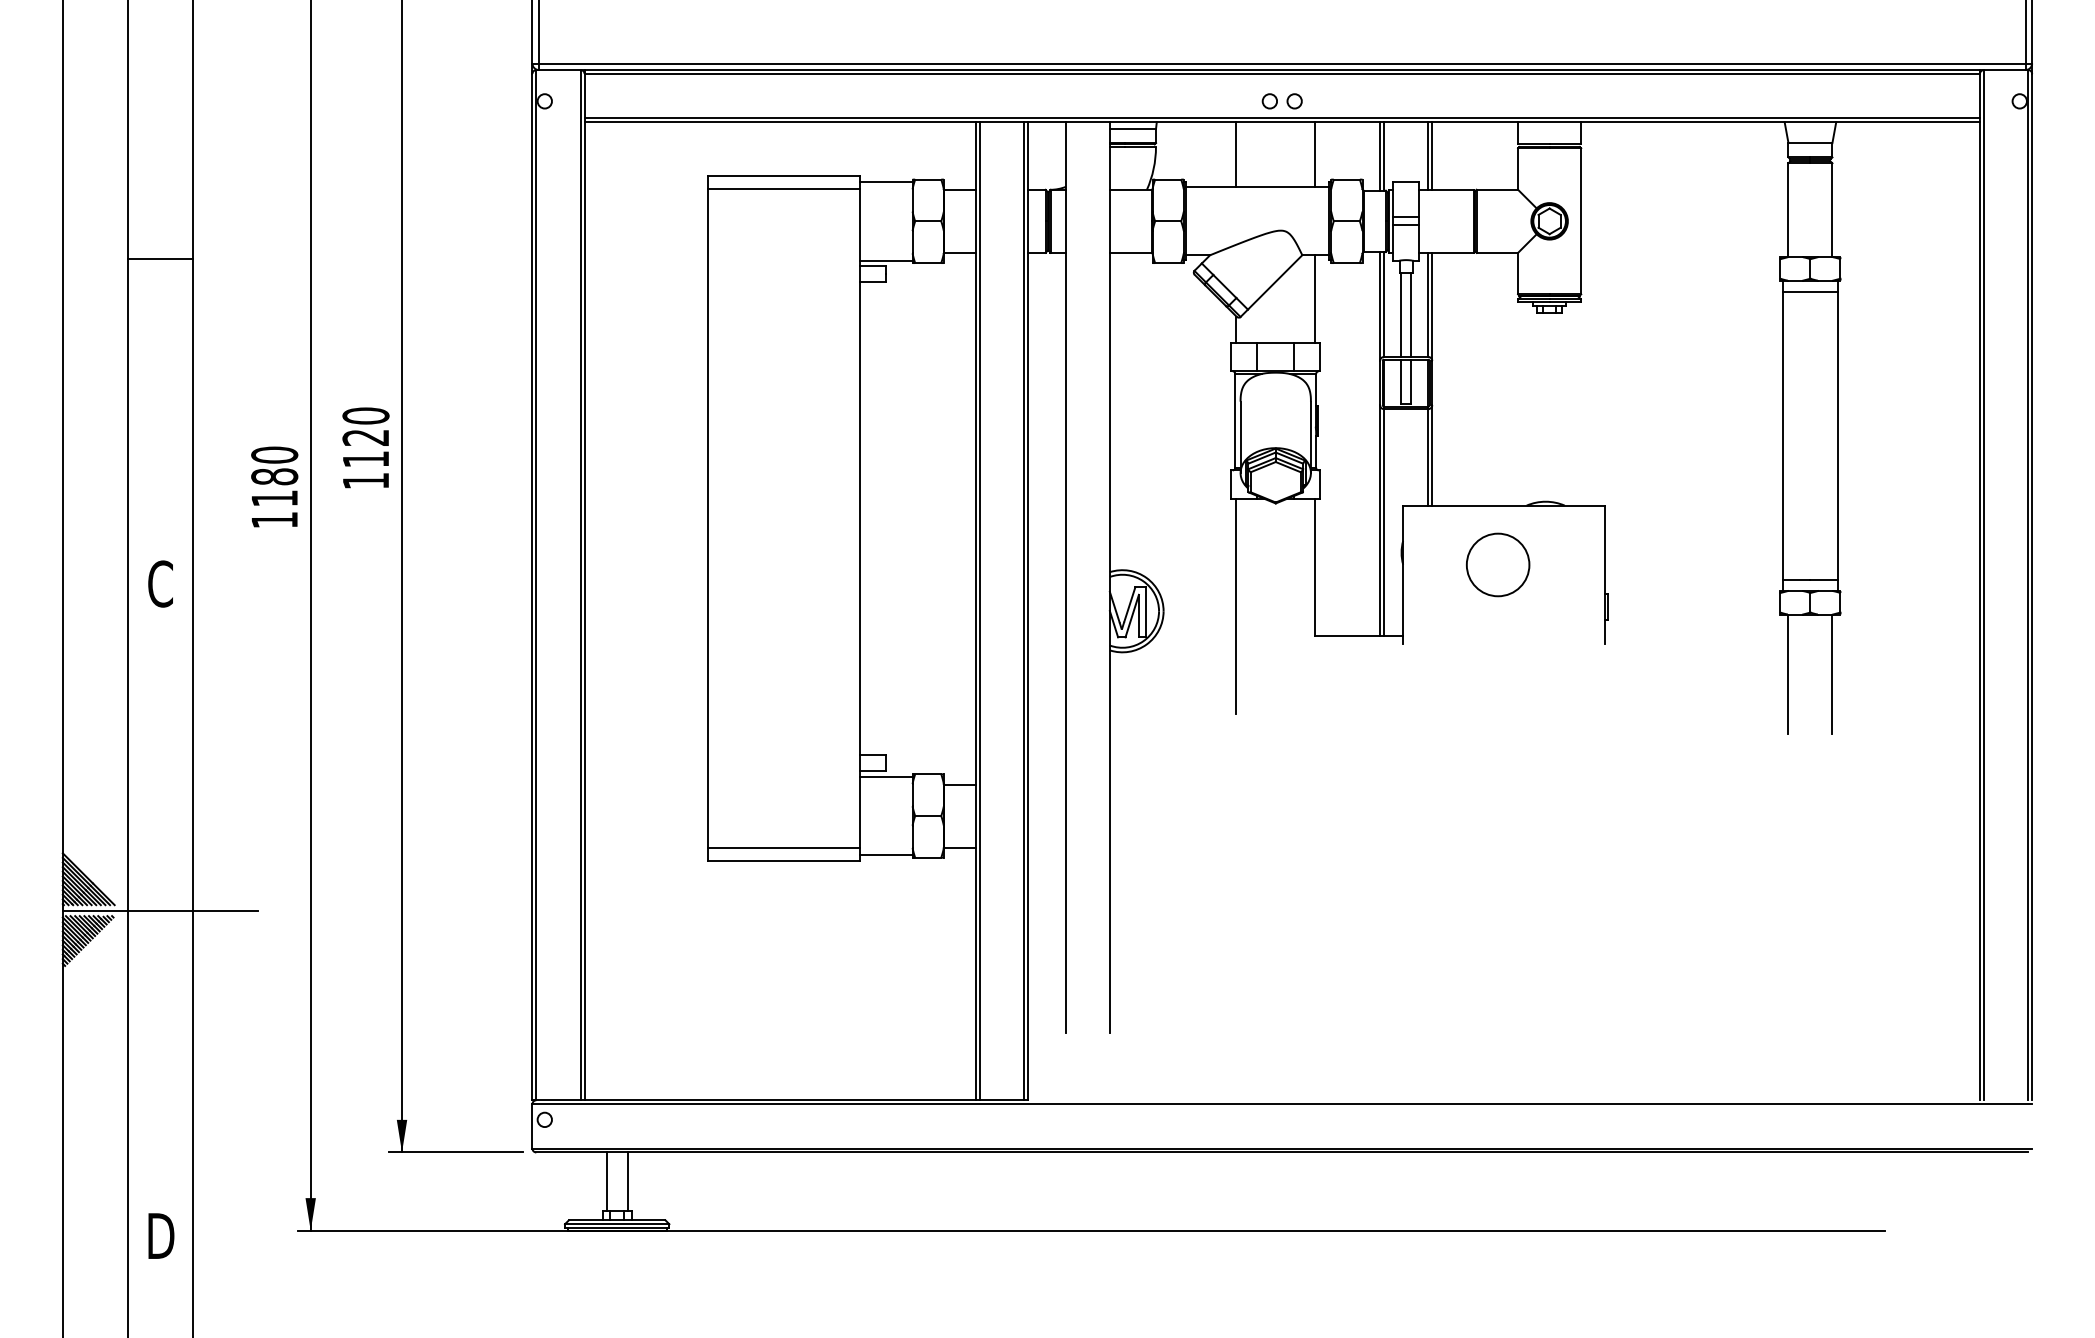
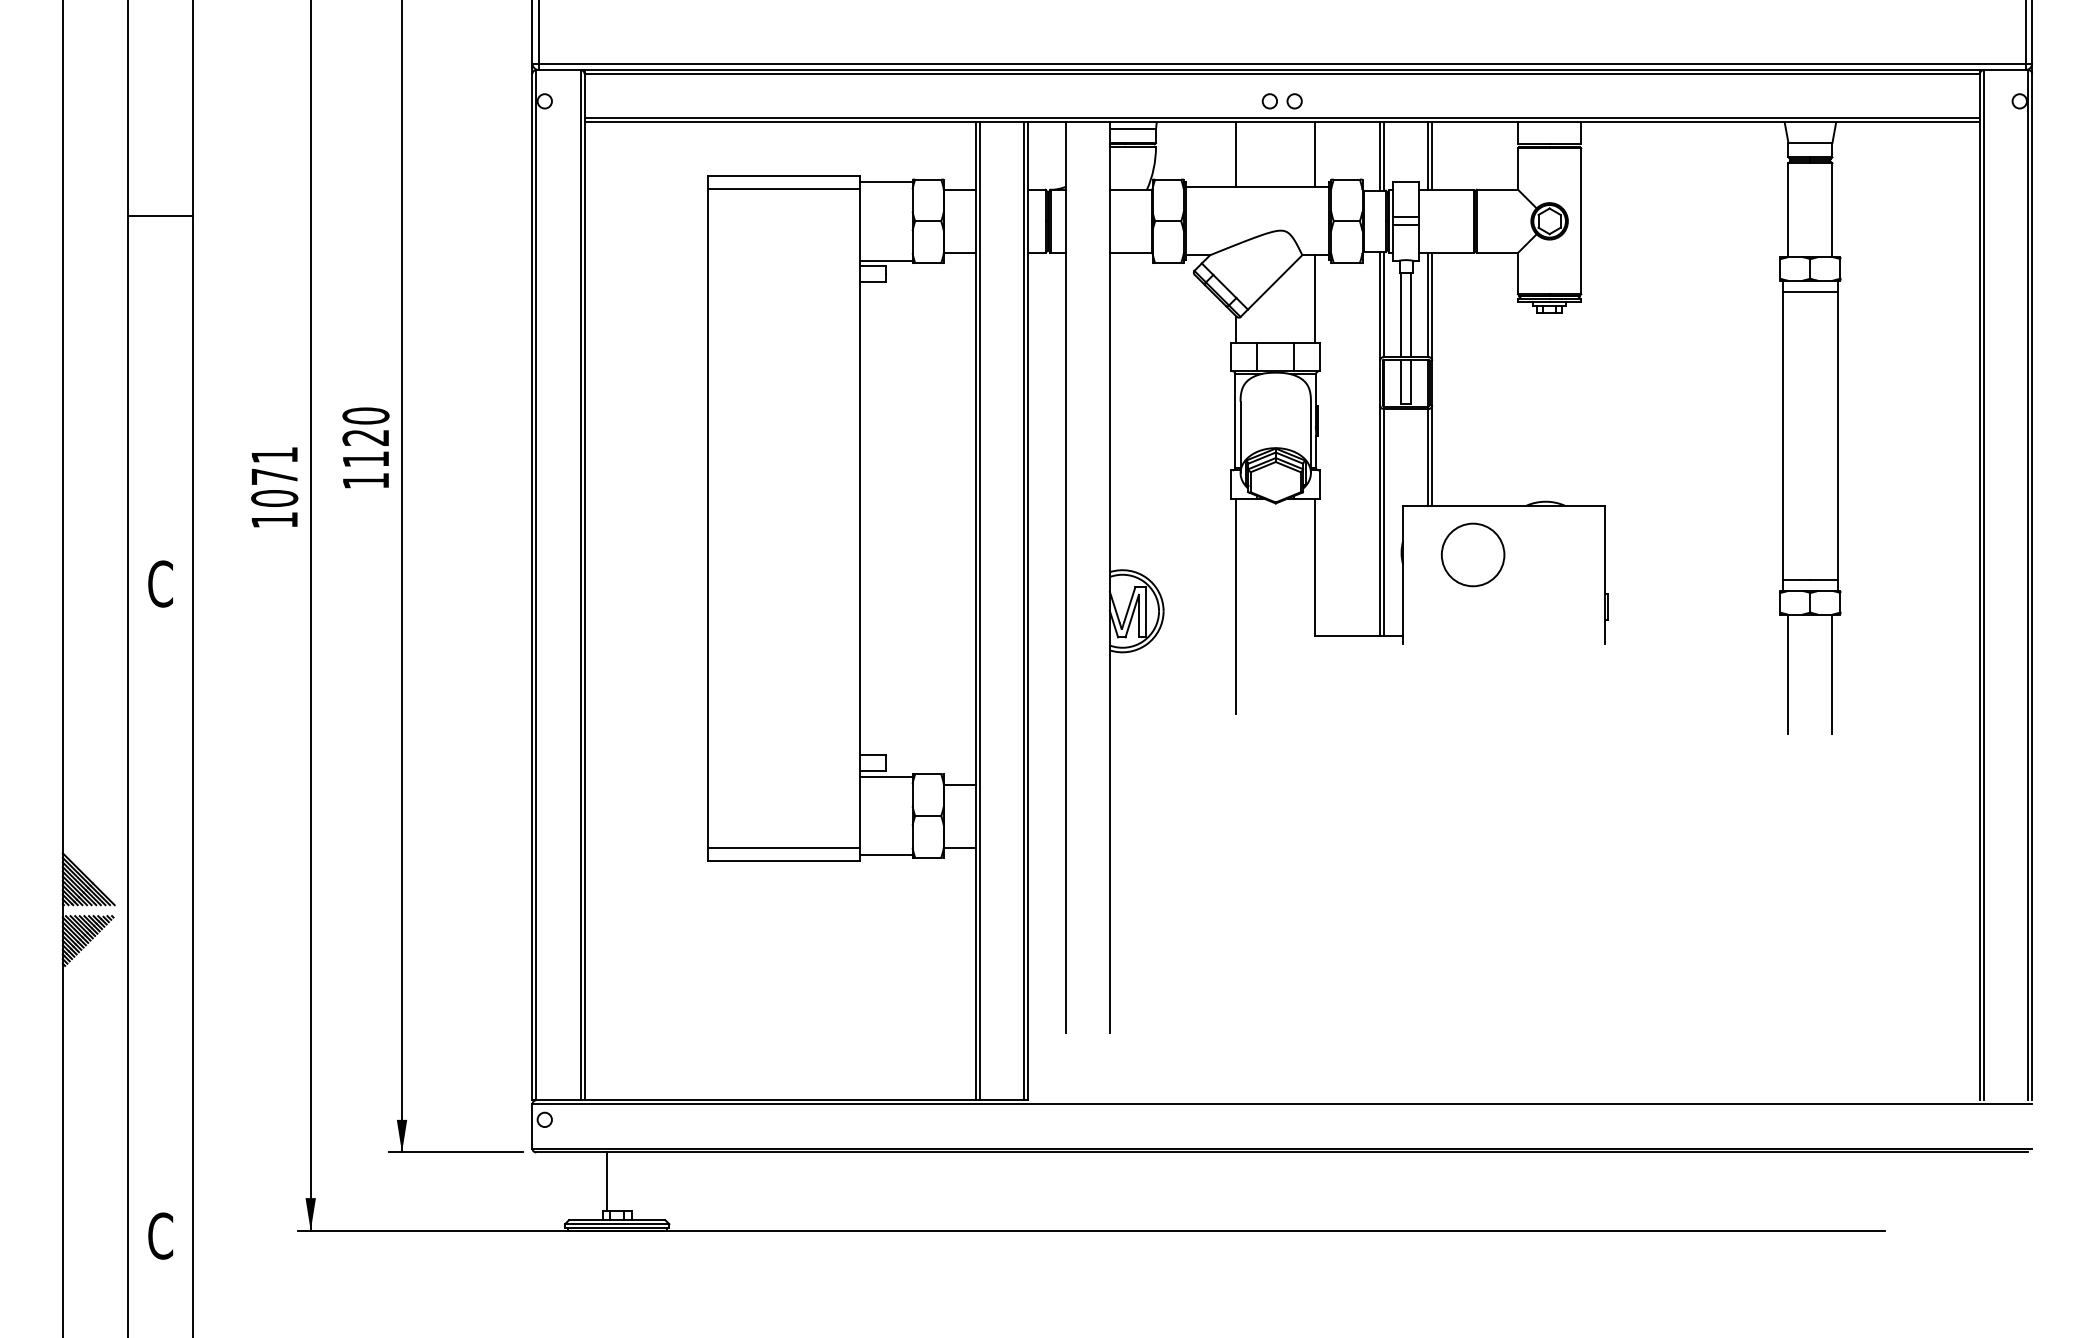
line at (160, 258) position: (160, 258) -> (160, 215)
text at (274, 476): 1180 -> 1071
circle at (1498, 564) position: (1498, 564) -> (1473, 554)
line at (160, 910): present -> none
line at (627, 1181): present -> none
text at (161, 1235): D -> C
